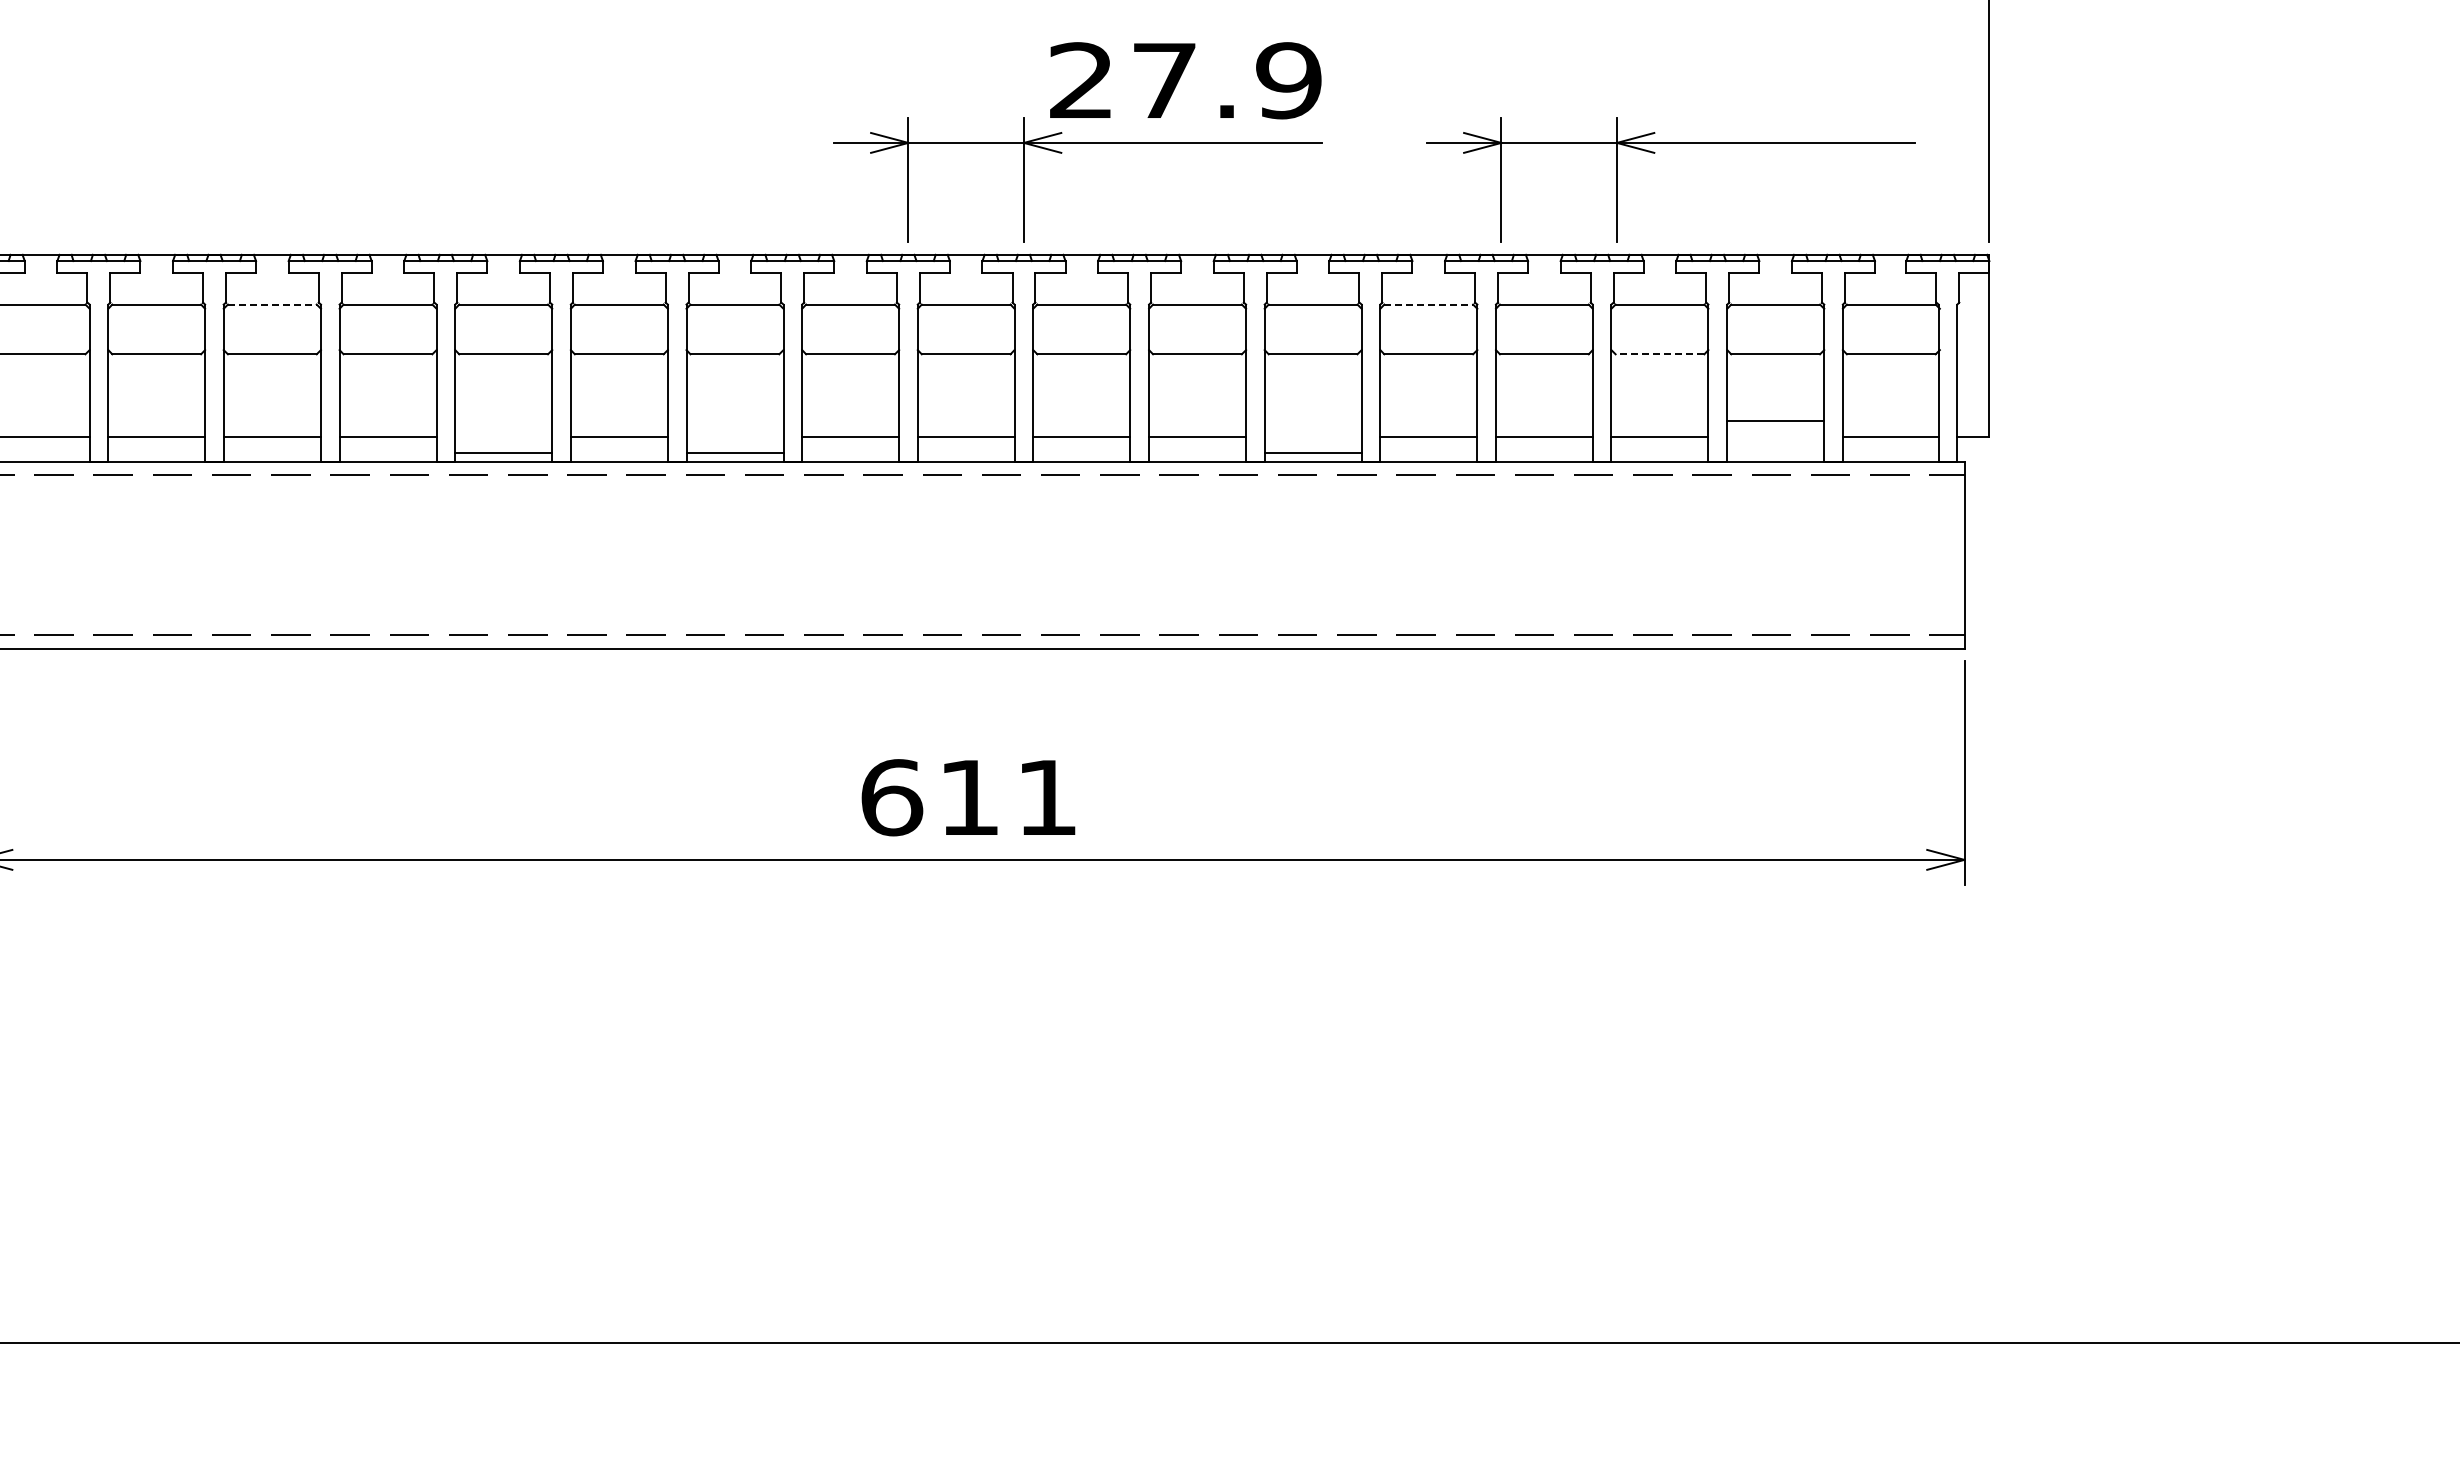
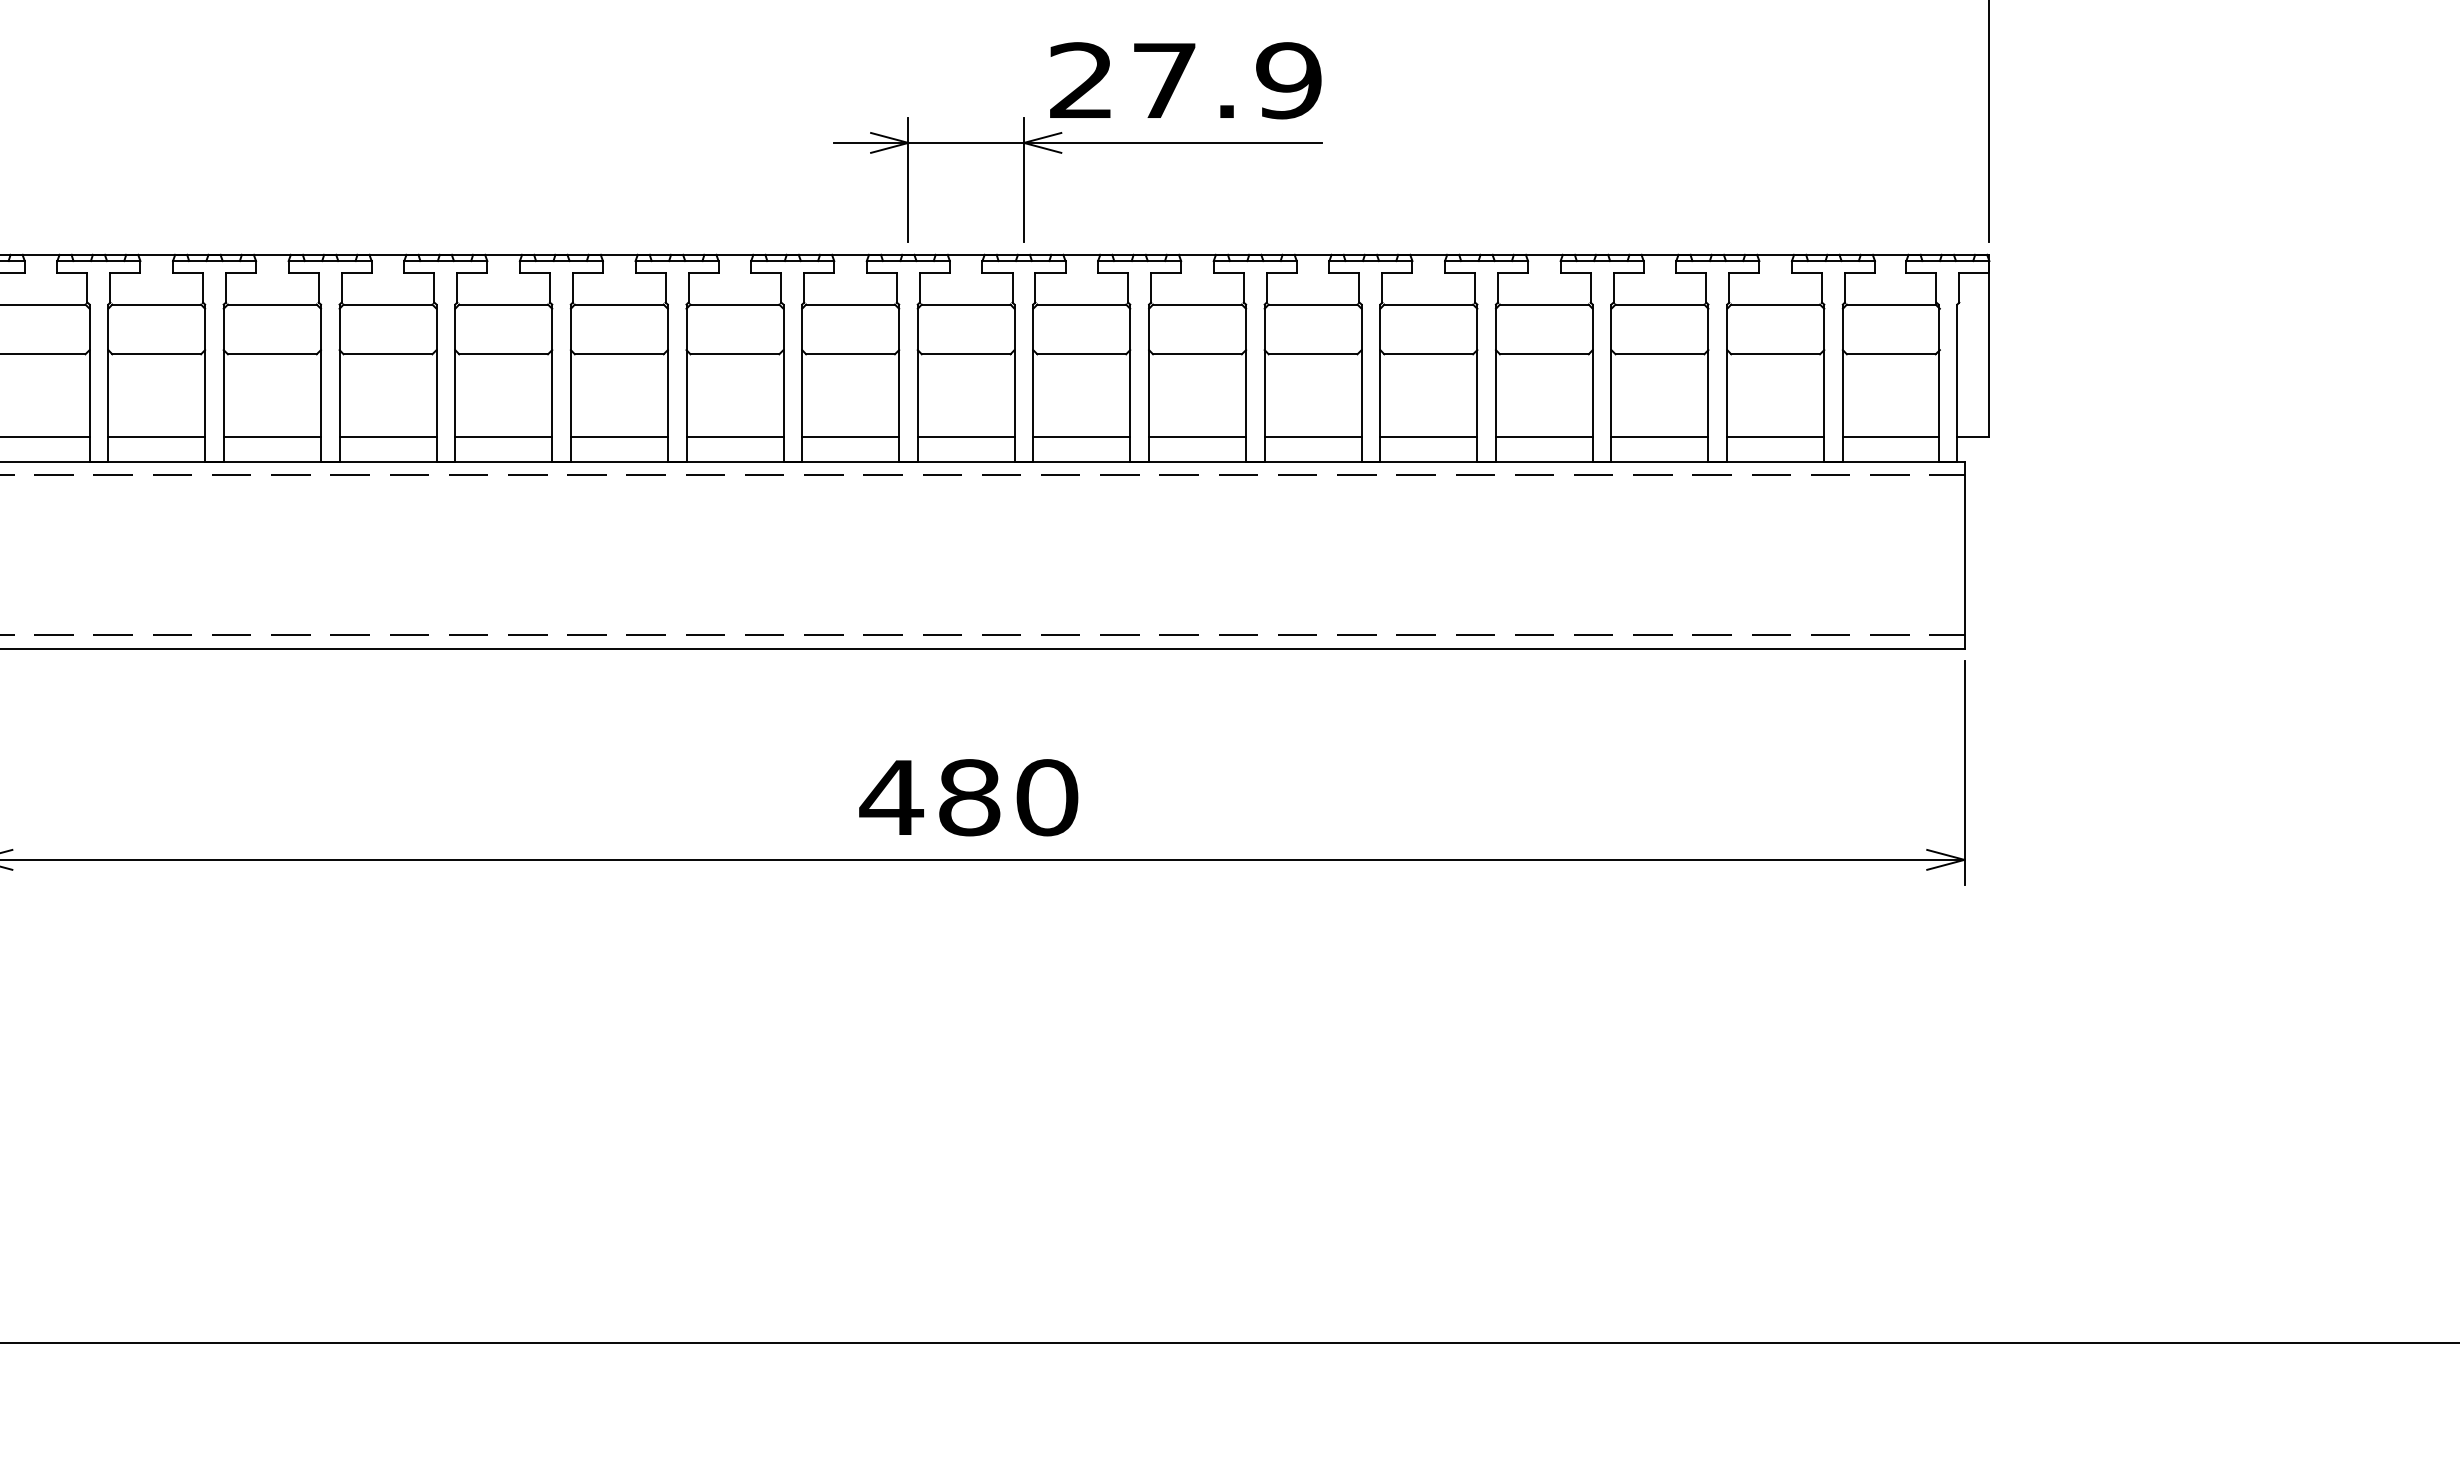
part at (1655, 153): present -> none
line at (272, 304): dashed -> solid
line at (1429, 304): dashed -> solid
line at (1659, 354): dashed -> solid
line at (1775, 421) position: (1775, 421) -> (1775, 437)
line at (503, 453) position: (503, 453) -> (503, 437)
line at (734, 453) position: (734, 453) -> (734, 437)
line at (1312, 453) position: (1312, 453) -> (1312, 437)
text at (968, 797): 611 -> 480
